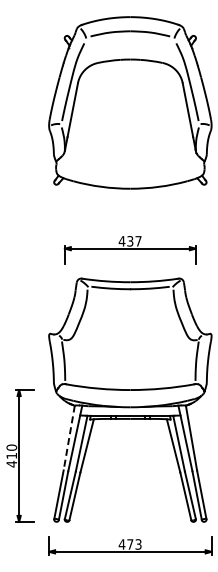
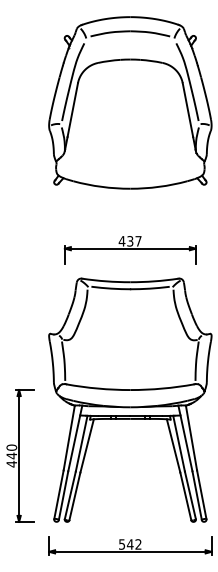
line at (69, 437): dashed -> solid
text at (11, 455): 410 -> 440
text at (129, 544): 473 -> 542
